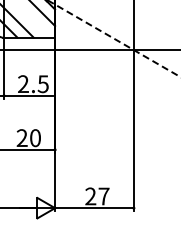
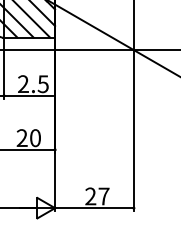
line at (32, 19): none -> present
line at (114, 38): dashed -> solid
